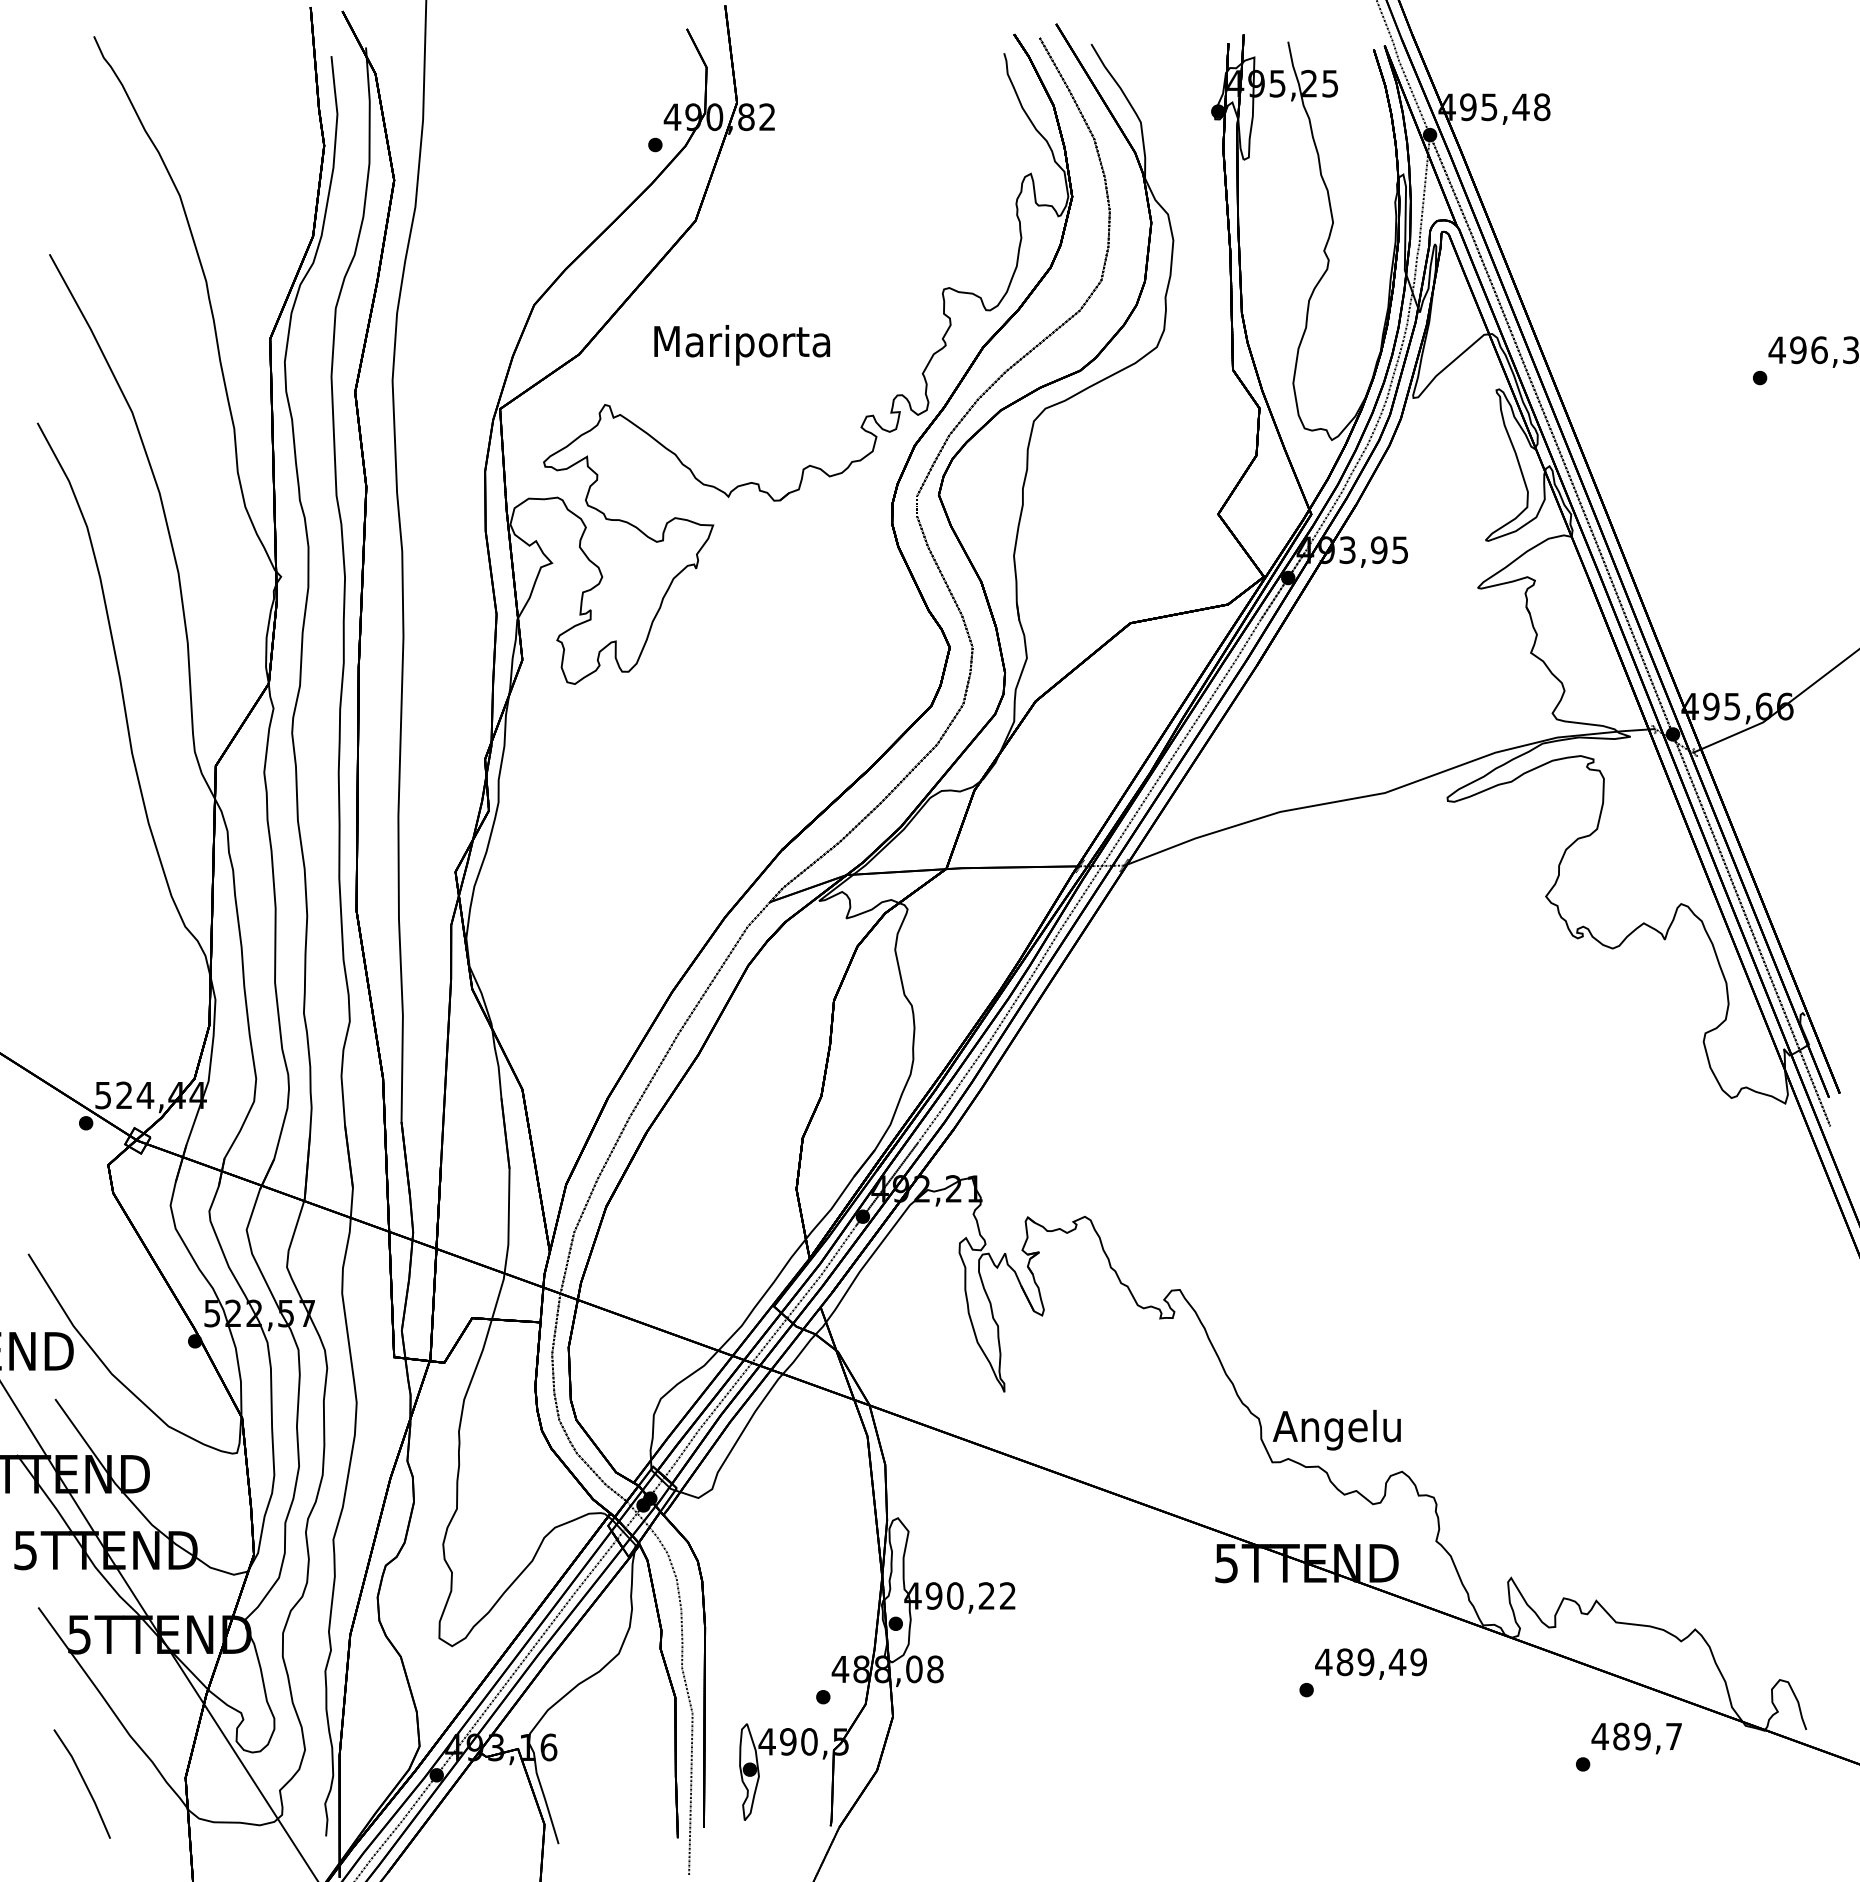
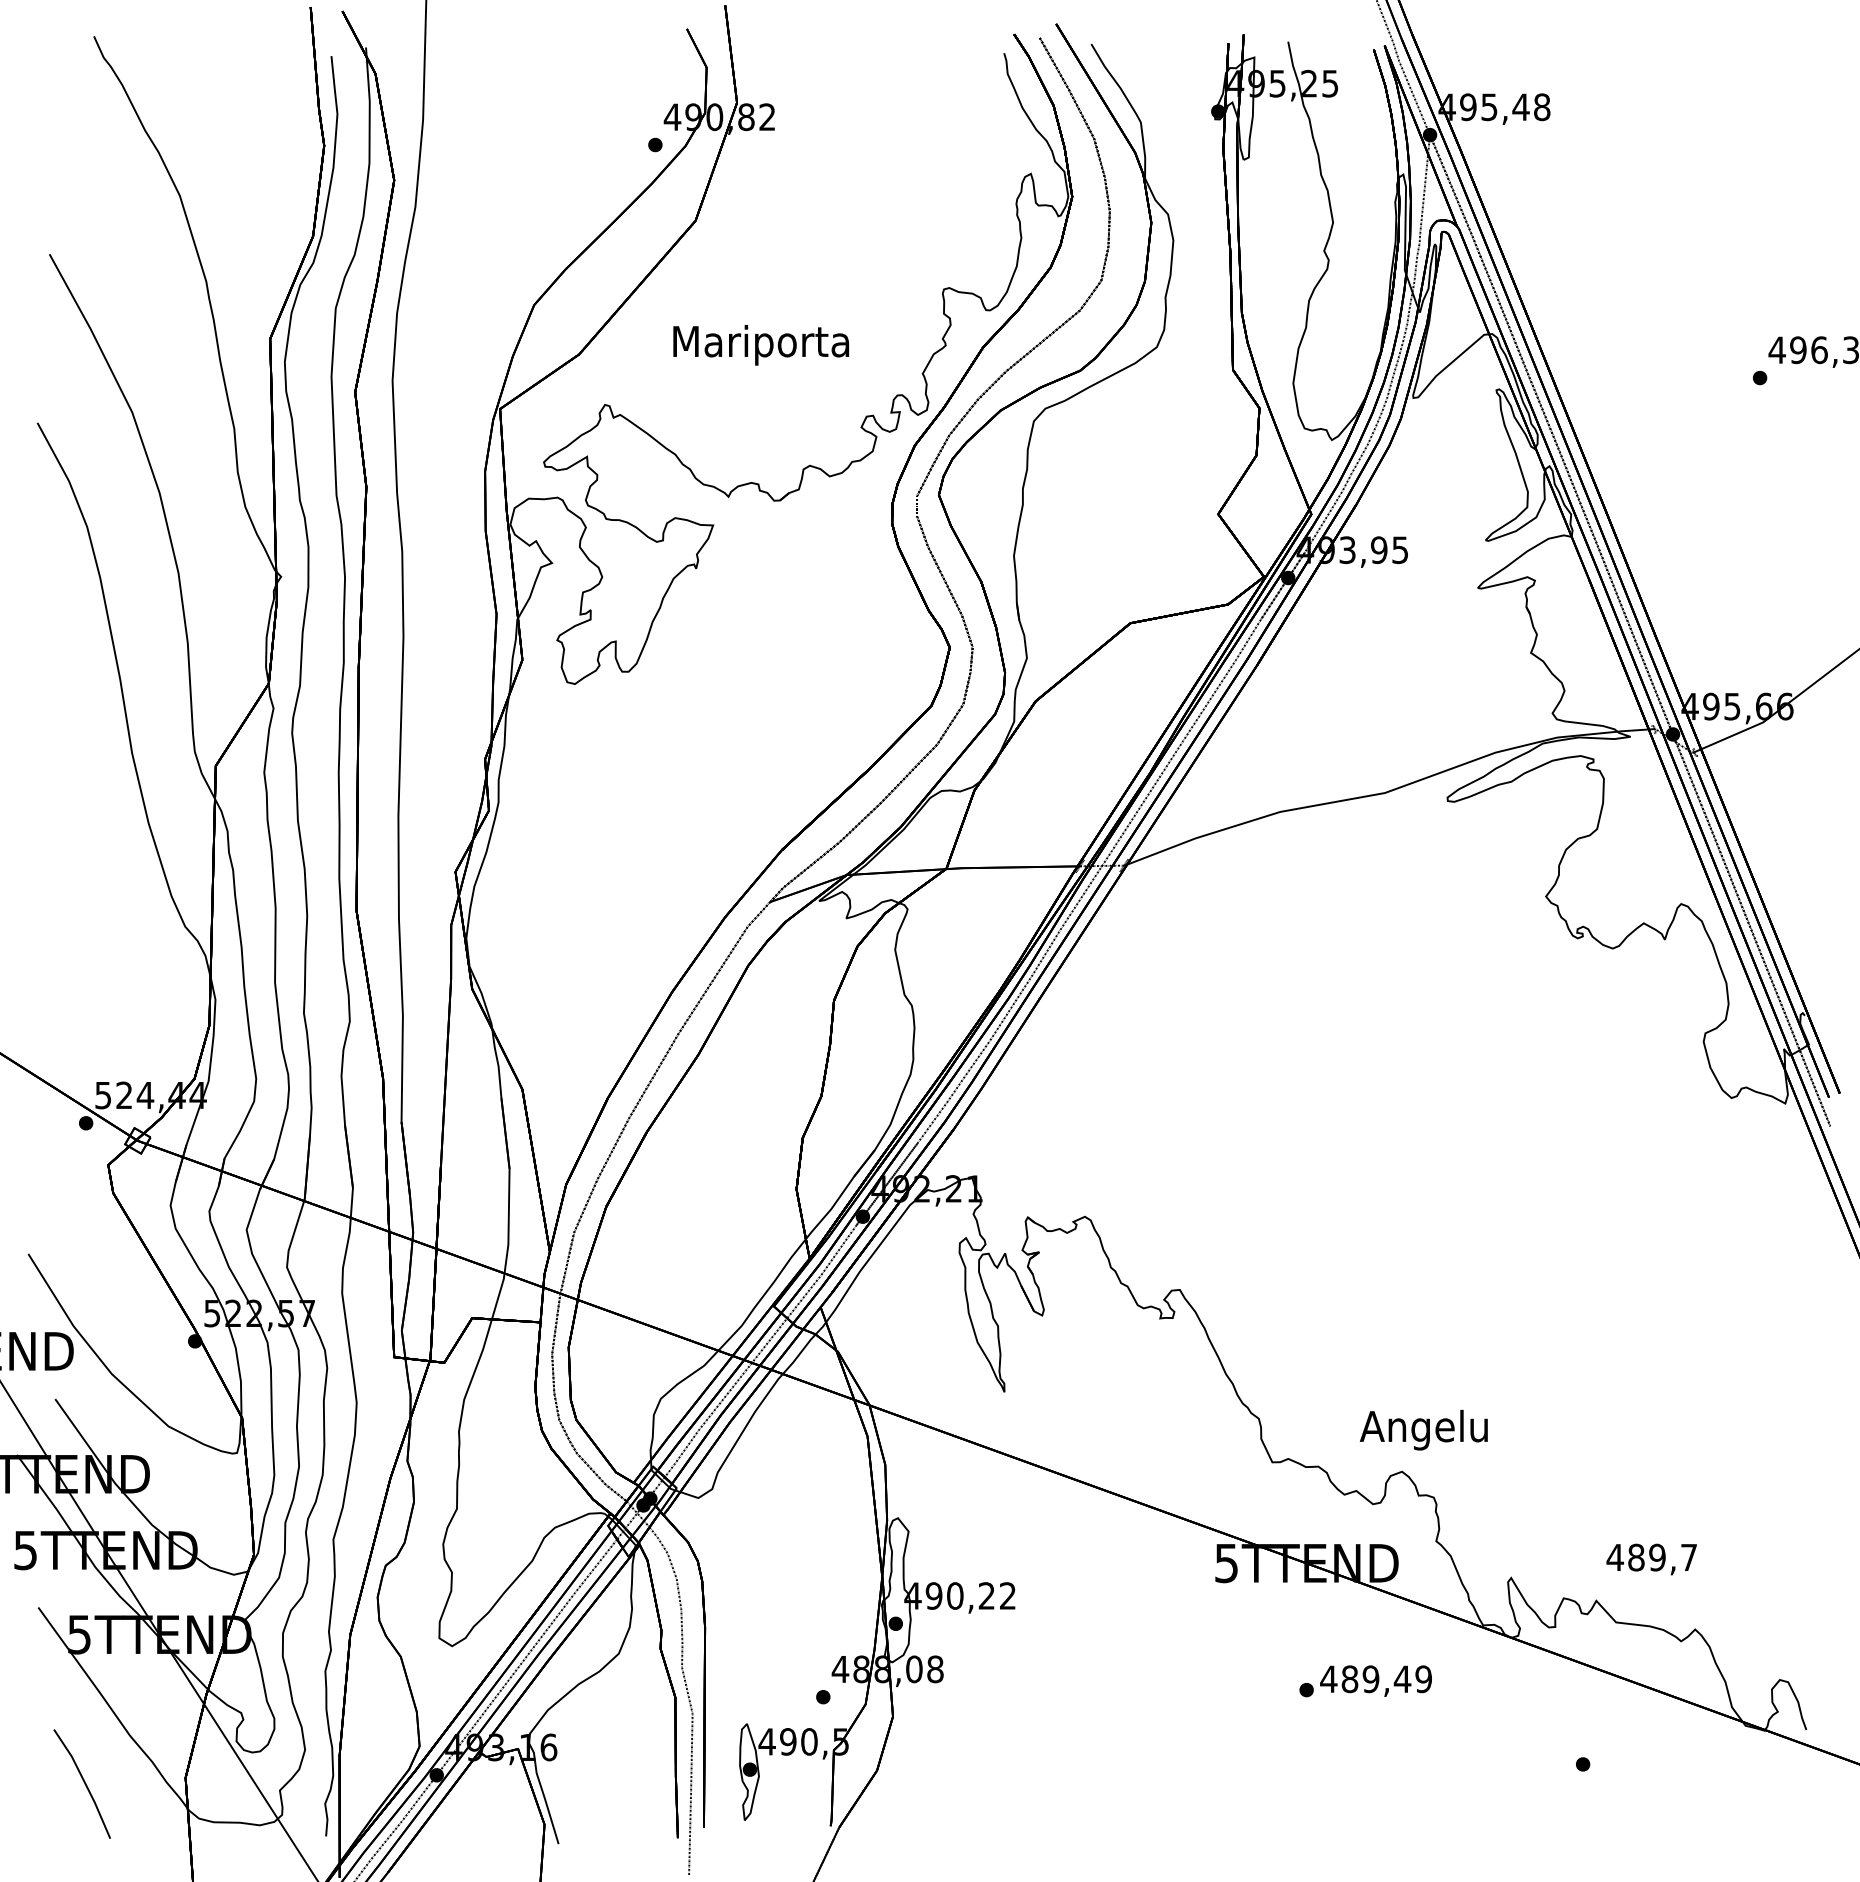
text at (741, 345) position: (741, 345) -> (760, 345)
text at (1336, 1429) position: (1336, 1429) -> (1423, 1429)
text at (1370, 1663) position: (1370, 1663) -> (1375, 1680)
text at (1636, 1738) position: (1636, 1738) -> (1651, 1559)
